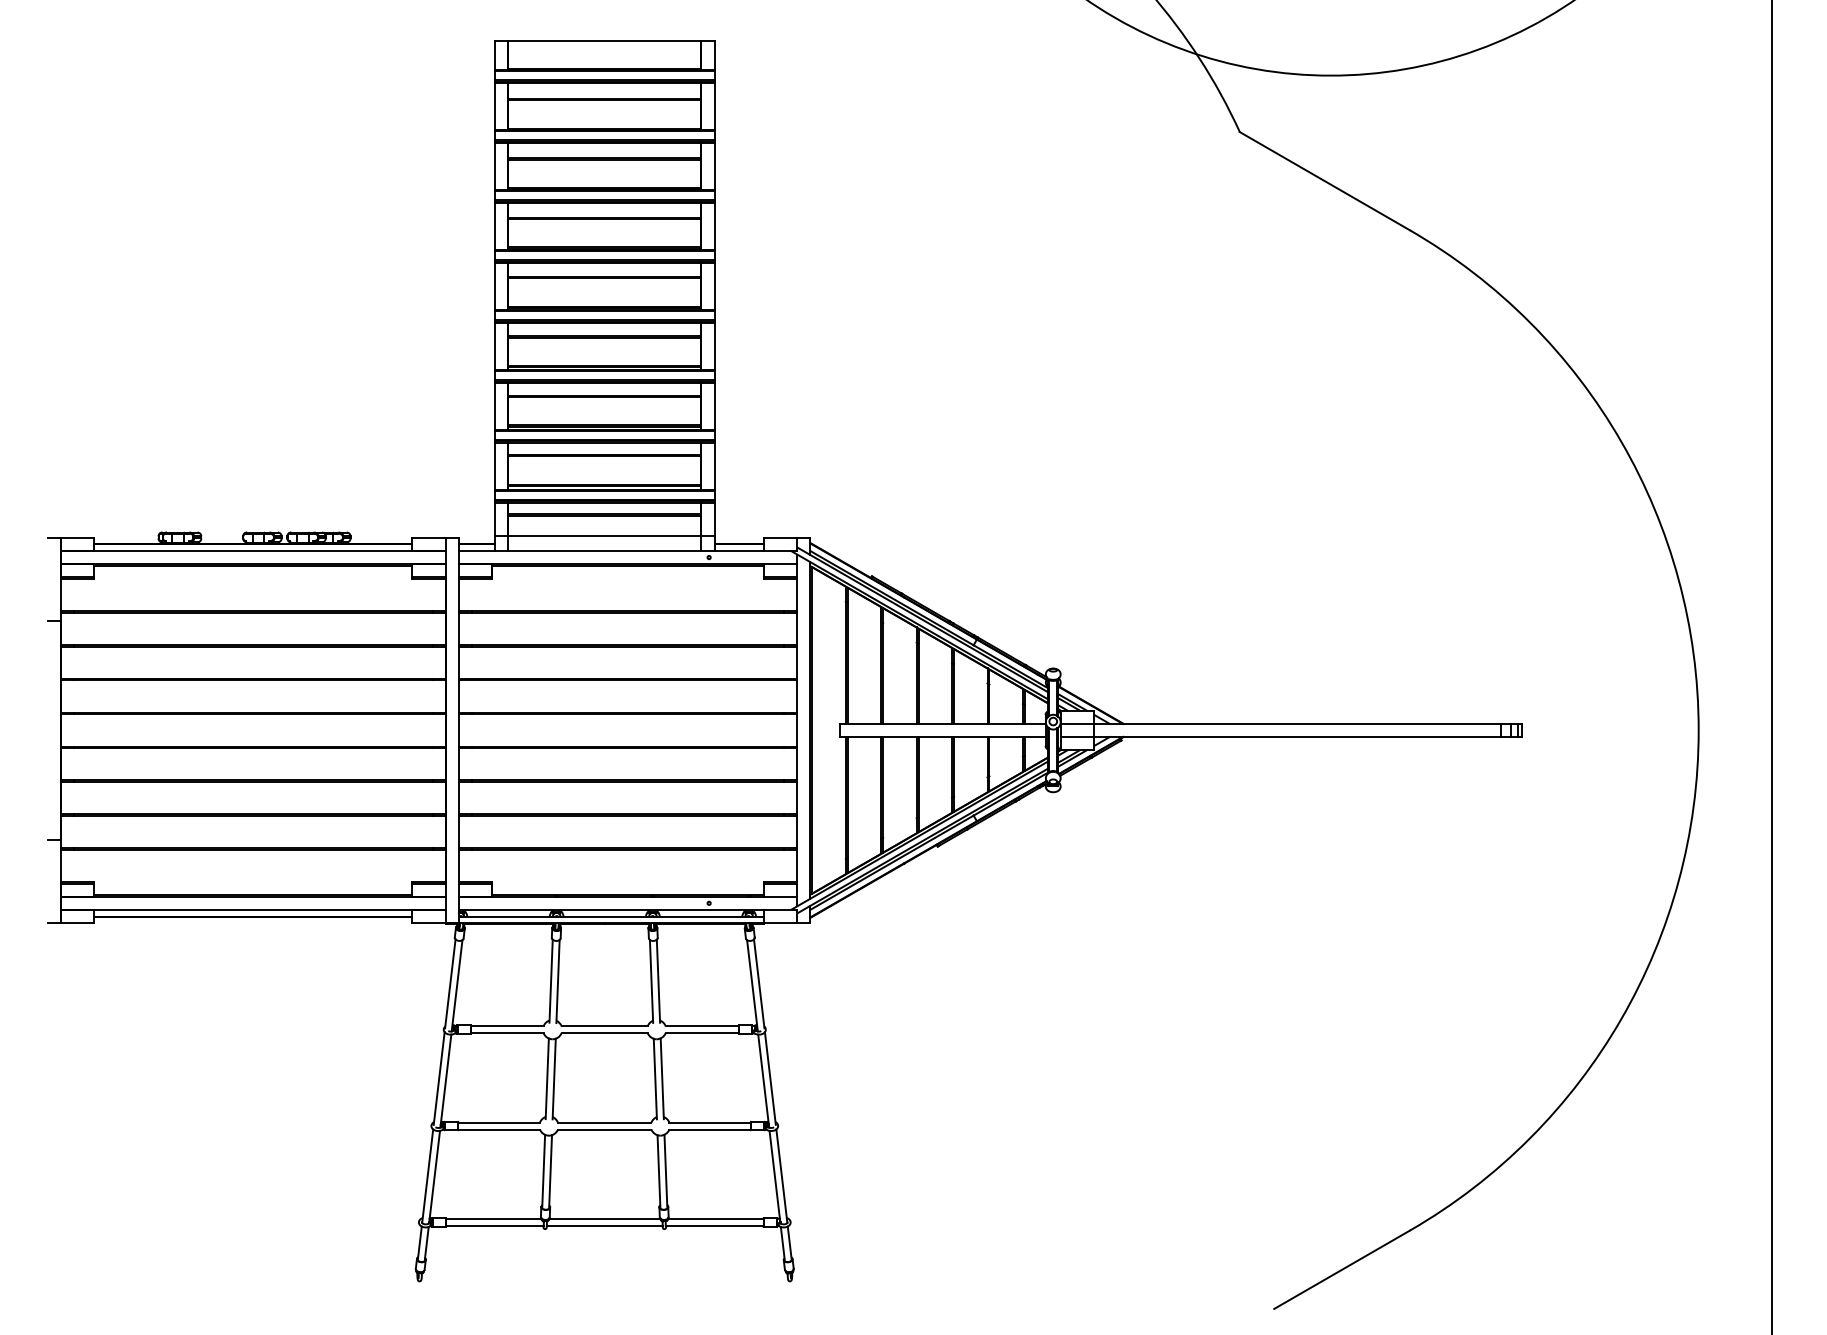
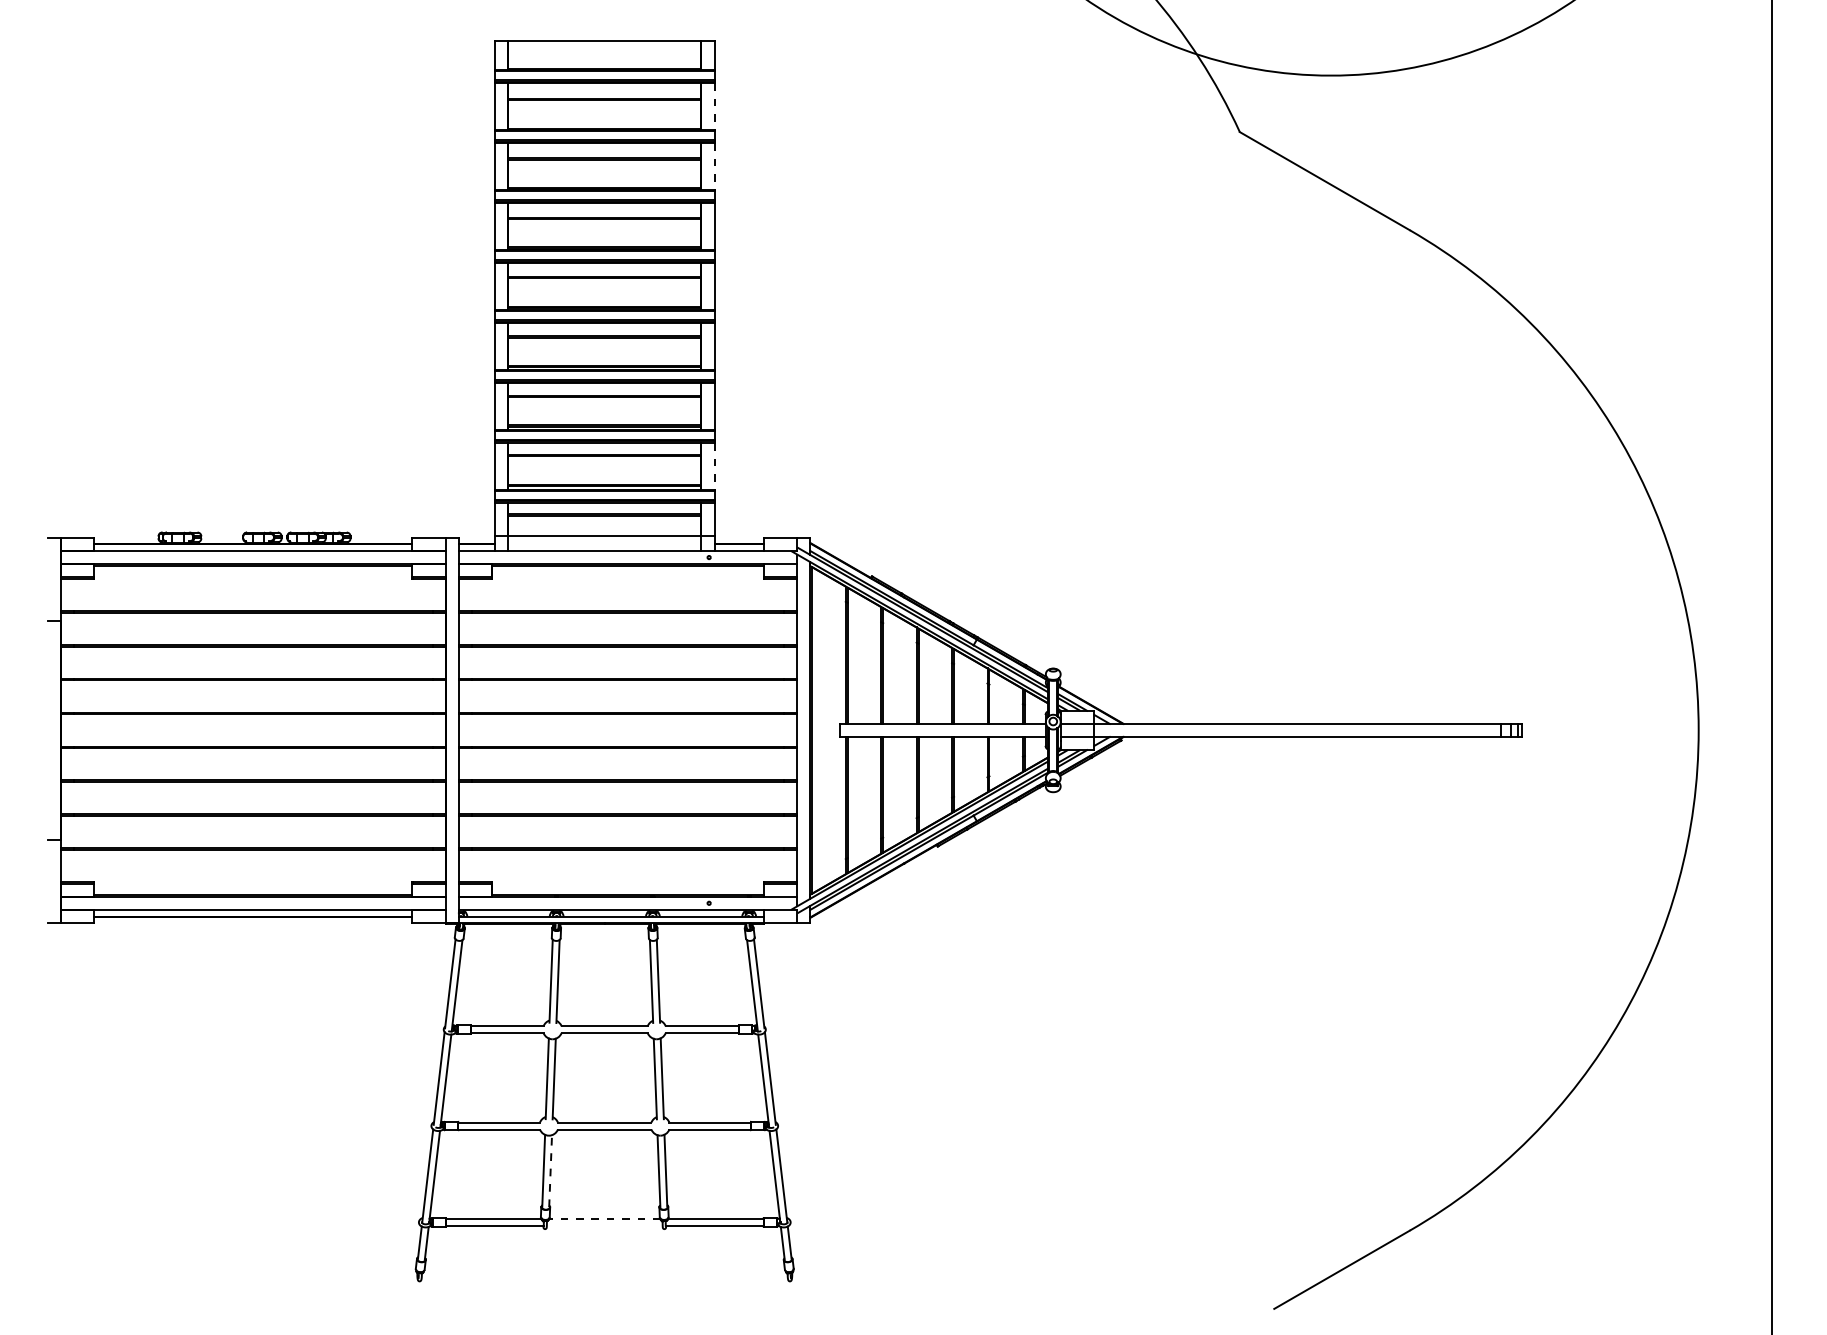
line at (714, 106): solid -> dashed
line at (714, 166): solid -> dashed
line at (714, 466): solid -> dashed
line at (550, 1171): solid -> dashed
line at (604, 1218): solid -> dashed
line at (604, 1225): present -> none
